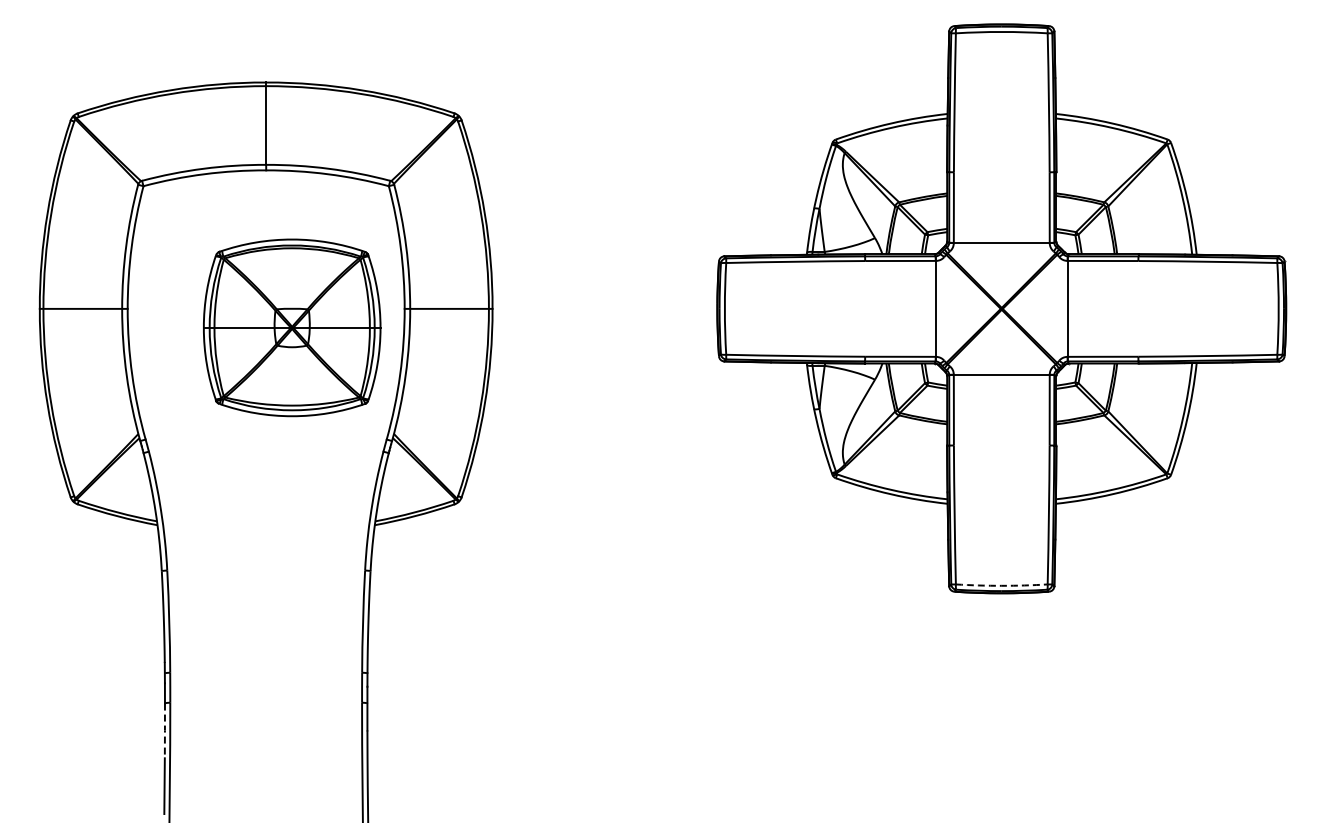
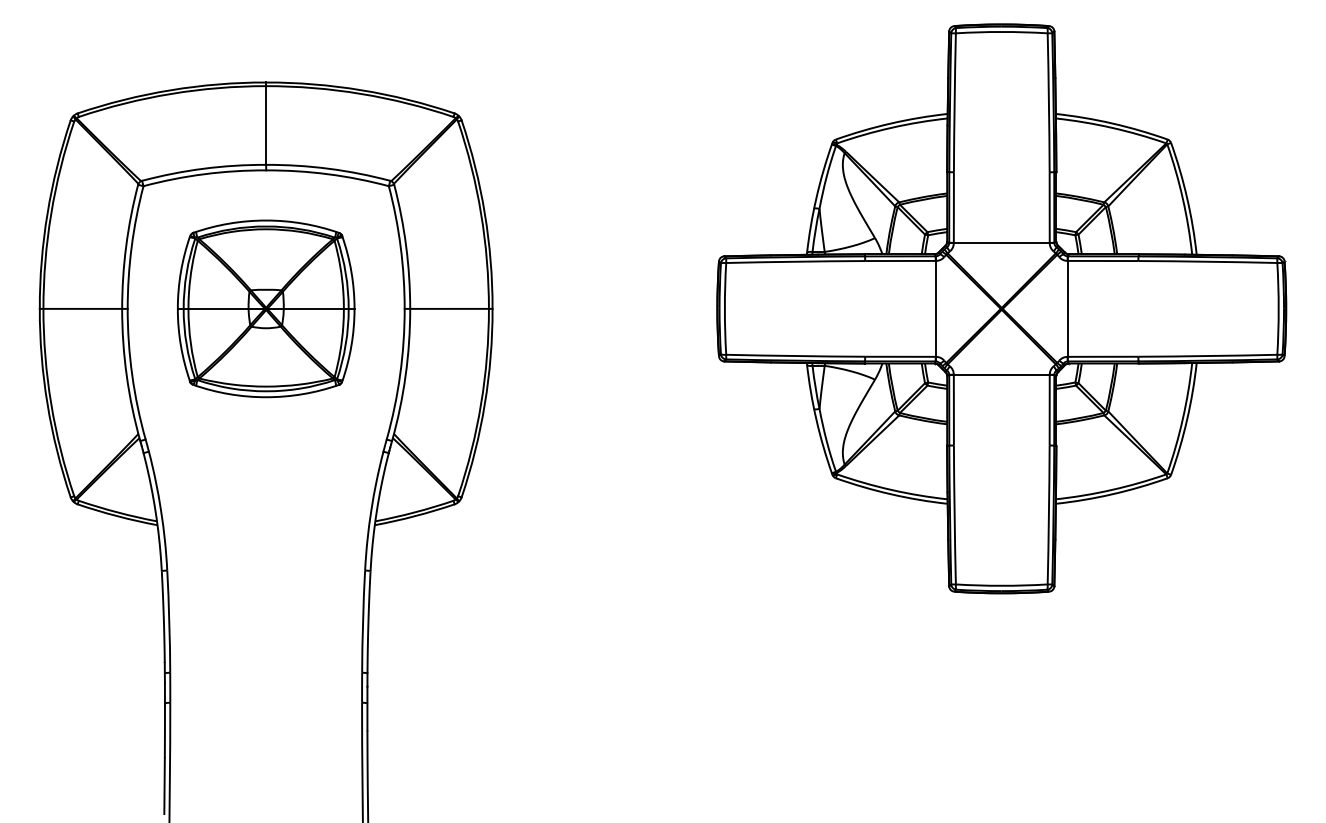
part at (292, 327) position: (292, 327) -> (266, 308)
arc at (1001, 585): dashed -> solid
line at (164, 730): dashed -> solid
